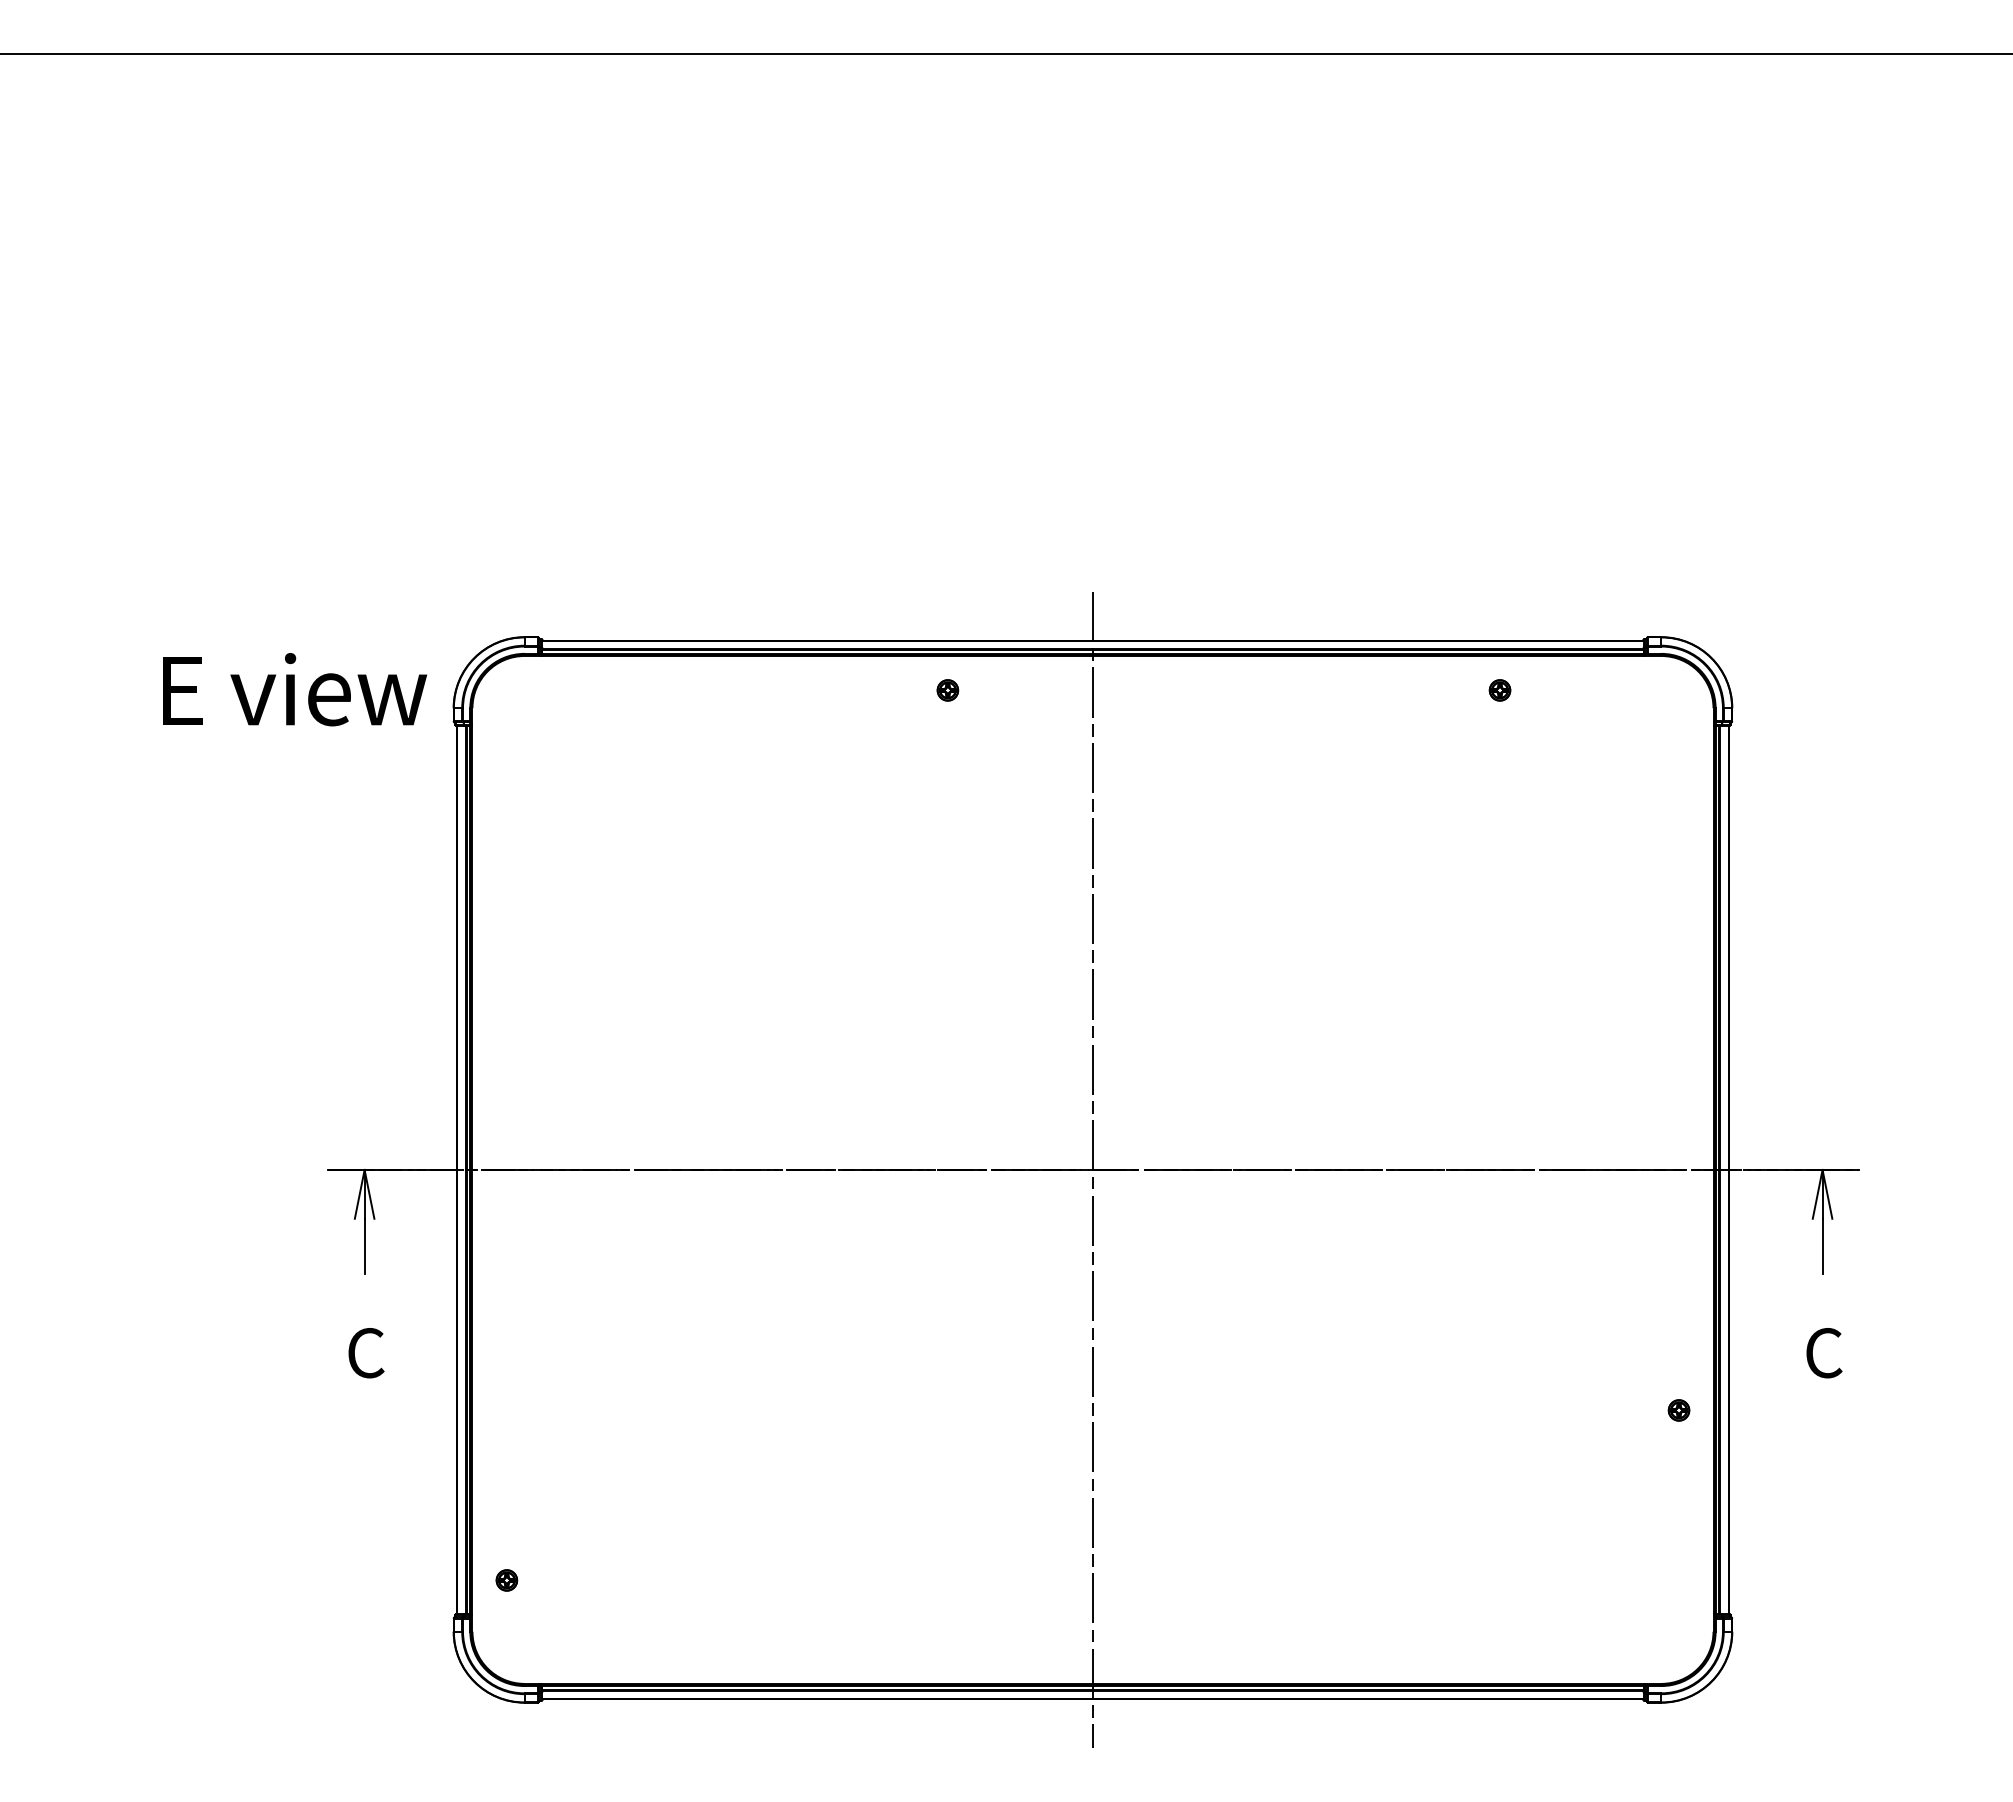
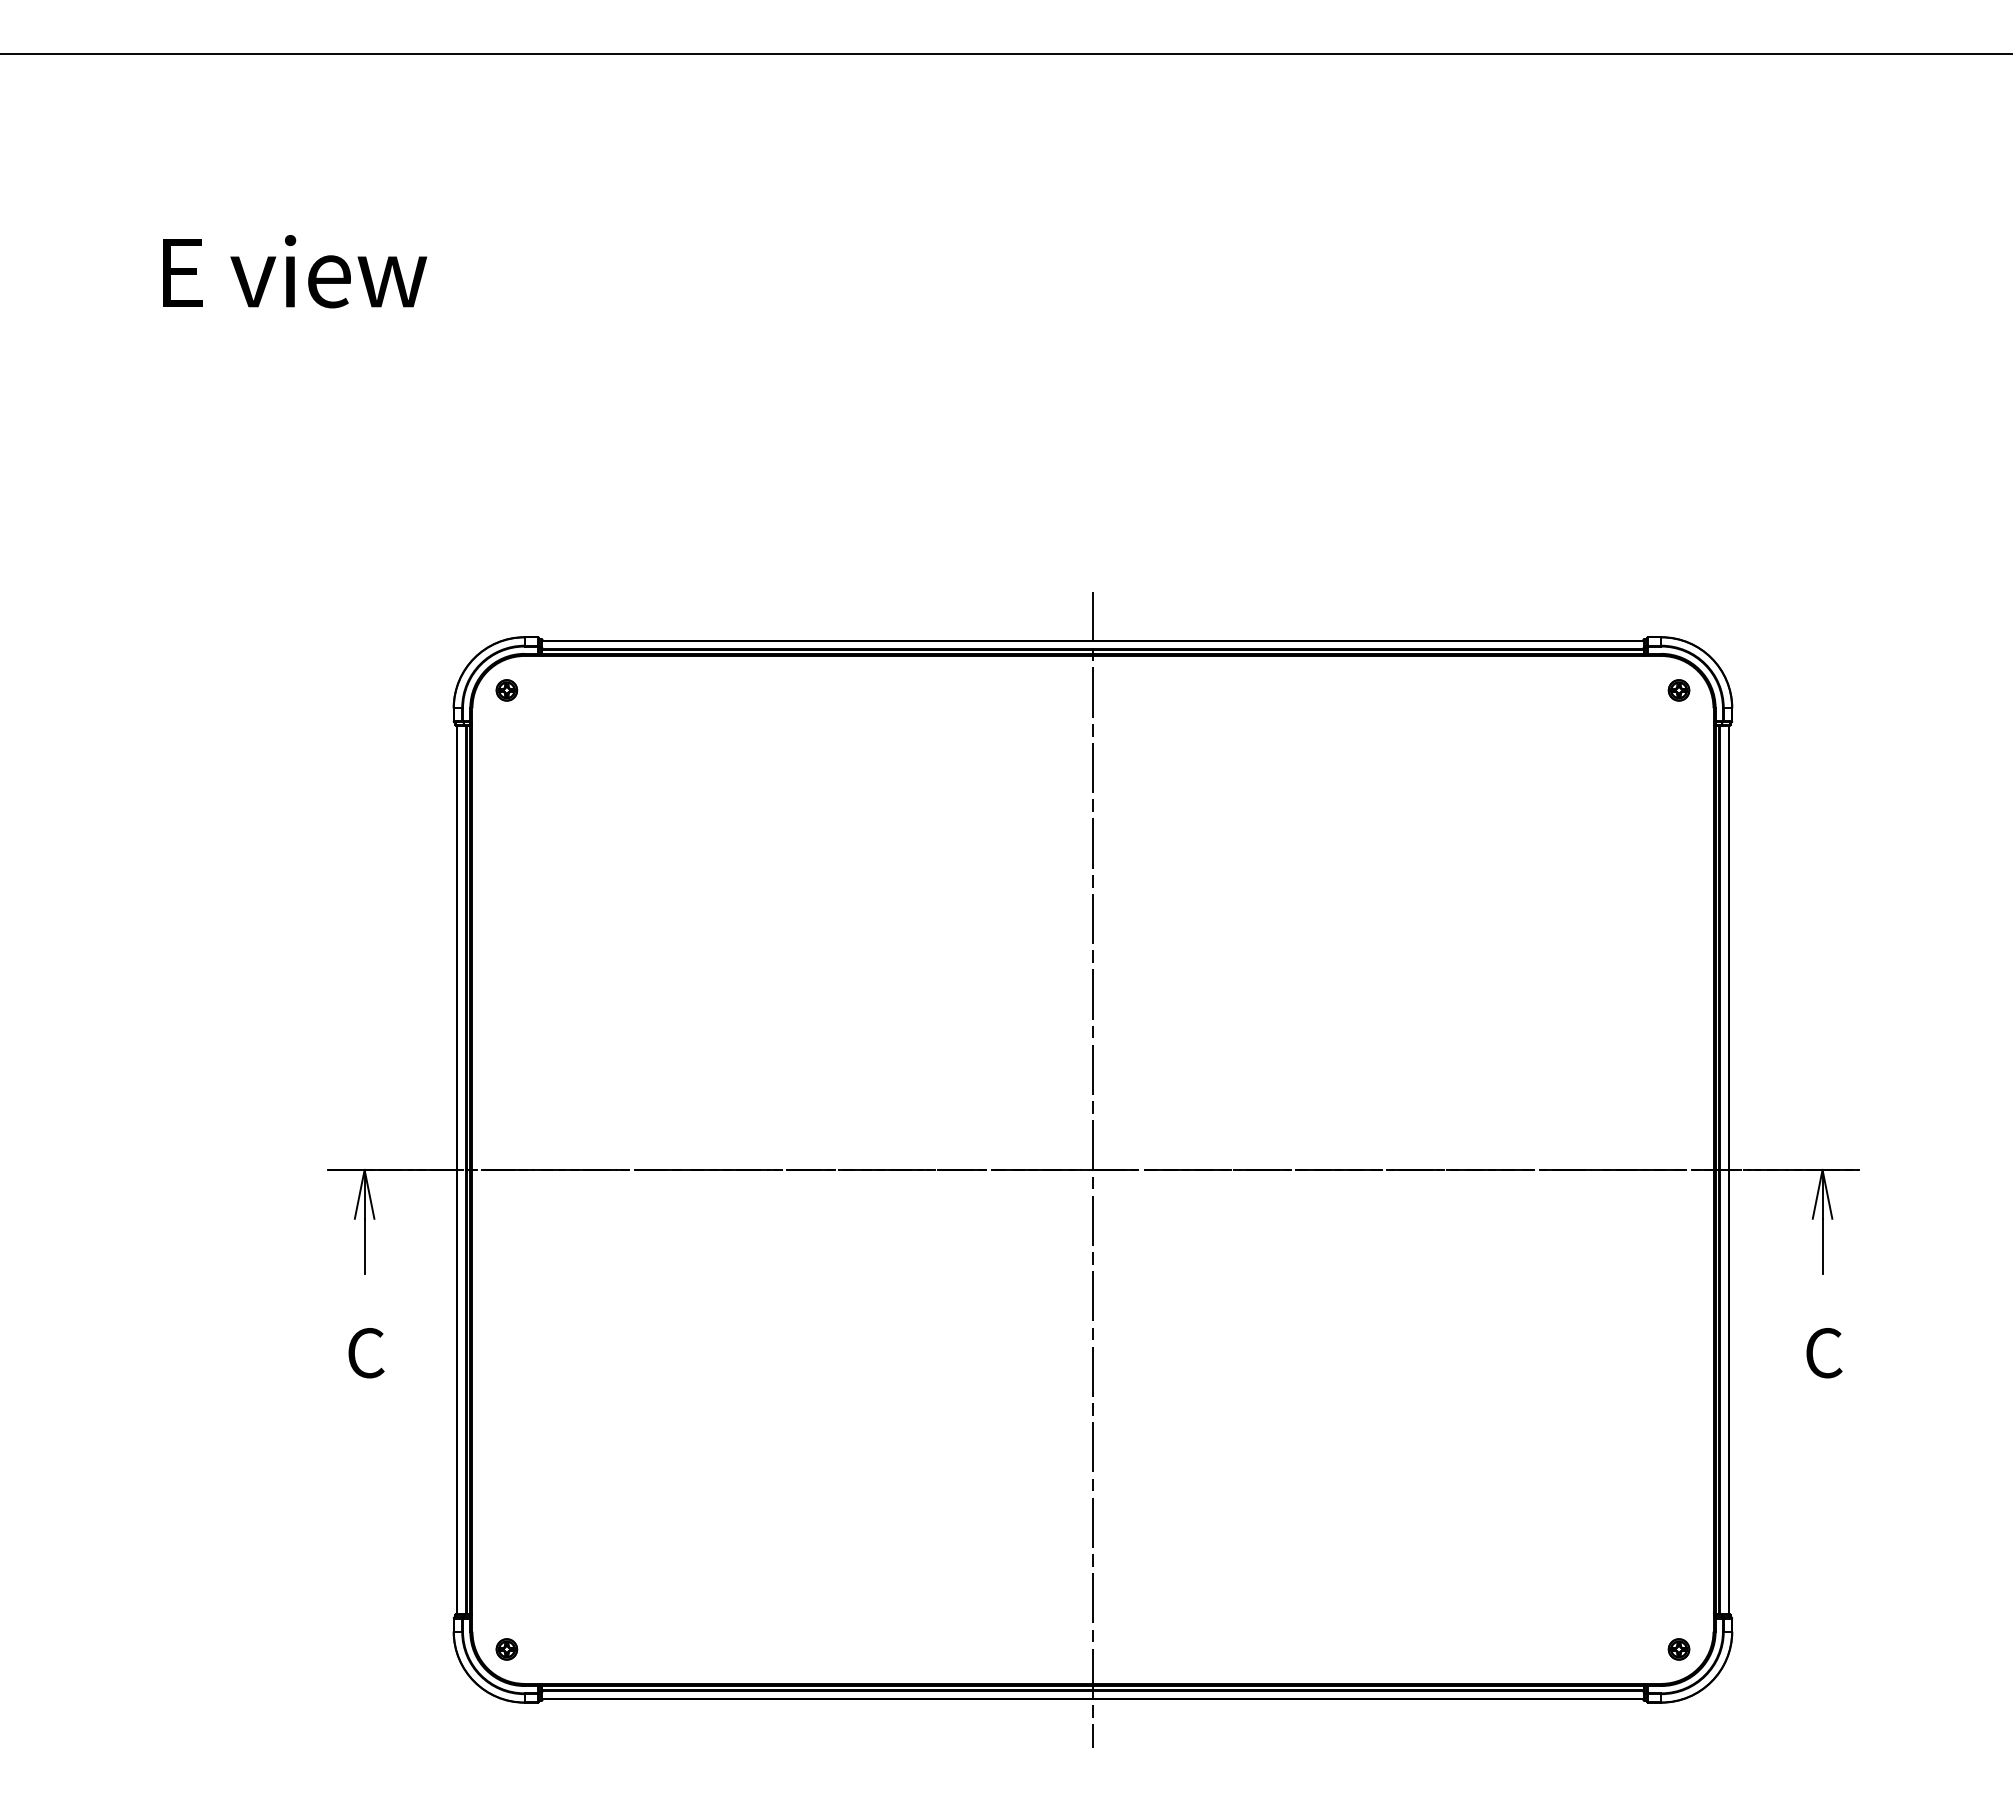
text at (294, 689) position: (294, 689) -> (294, 271)
part at (947, 690) position: (947, 690) -> (506, 690)
part at (1499, 690) position: (1499, 690) -> (1678, 690)
part at (1678, 1410) position: (1678, 1410) -> (1678, 1649)
part at (506, 1580) position: (506, 1580) -> (506, 1649)
